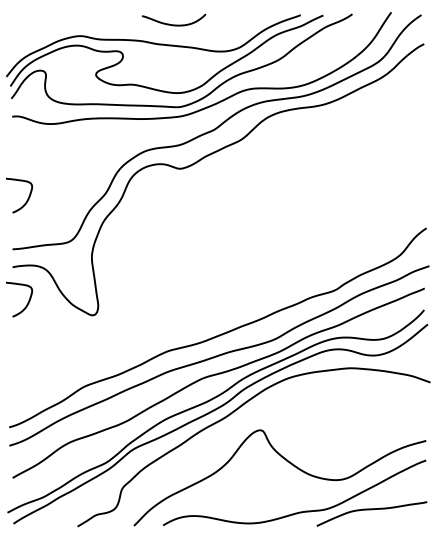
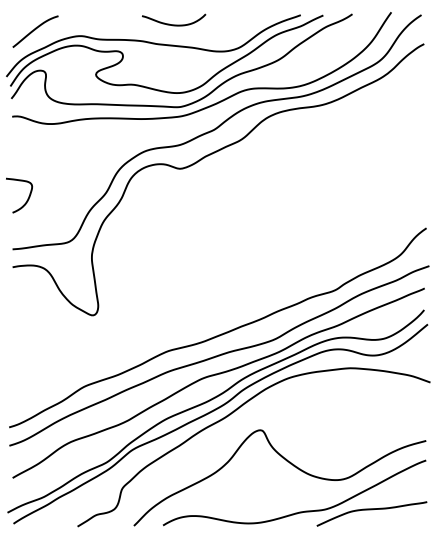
curve at (35, 30): none -> present
curve at (27, 302): present -> none
